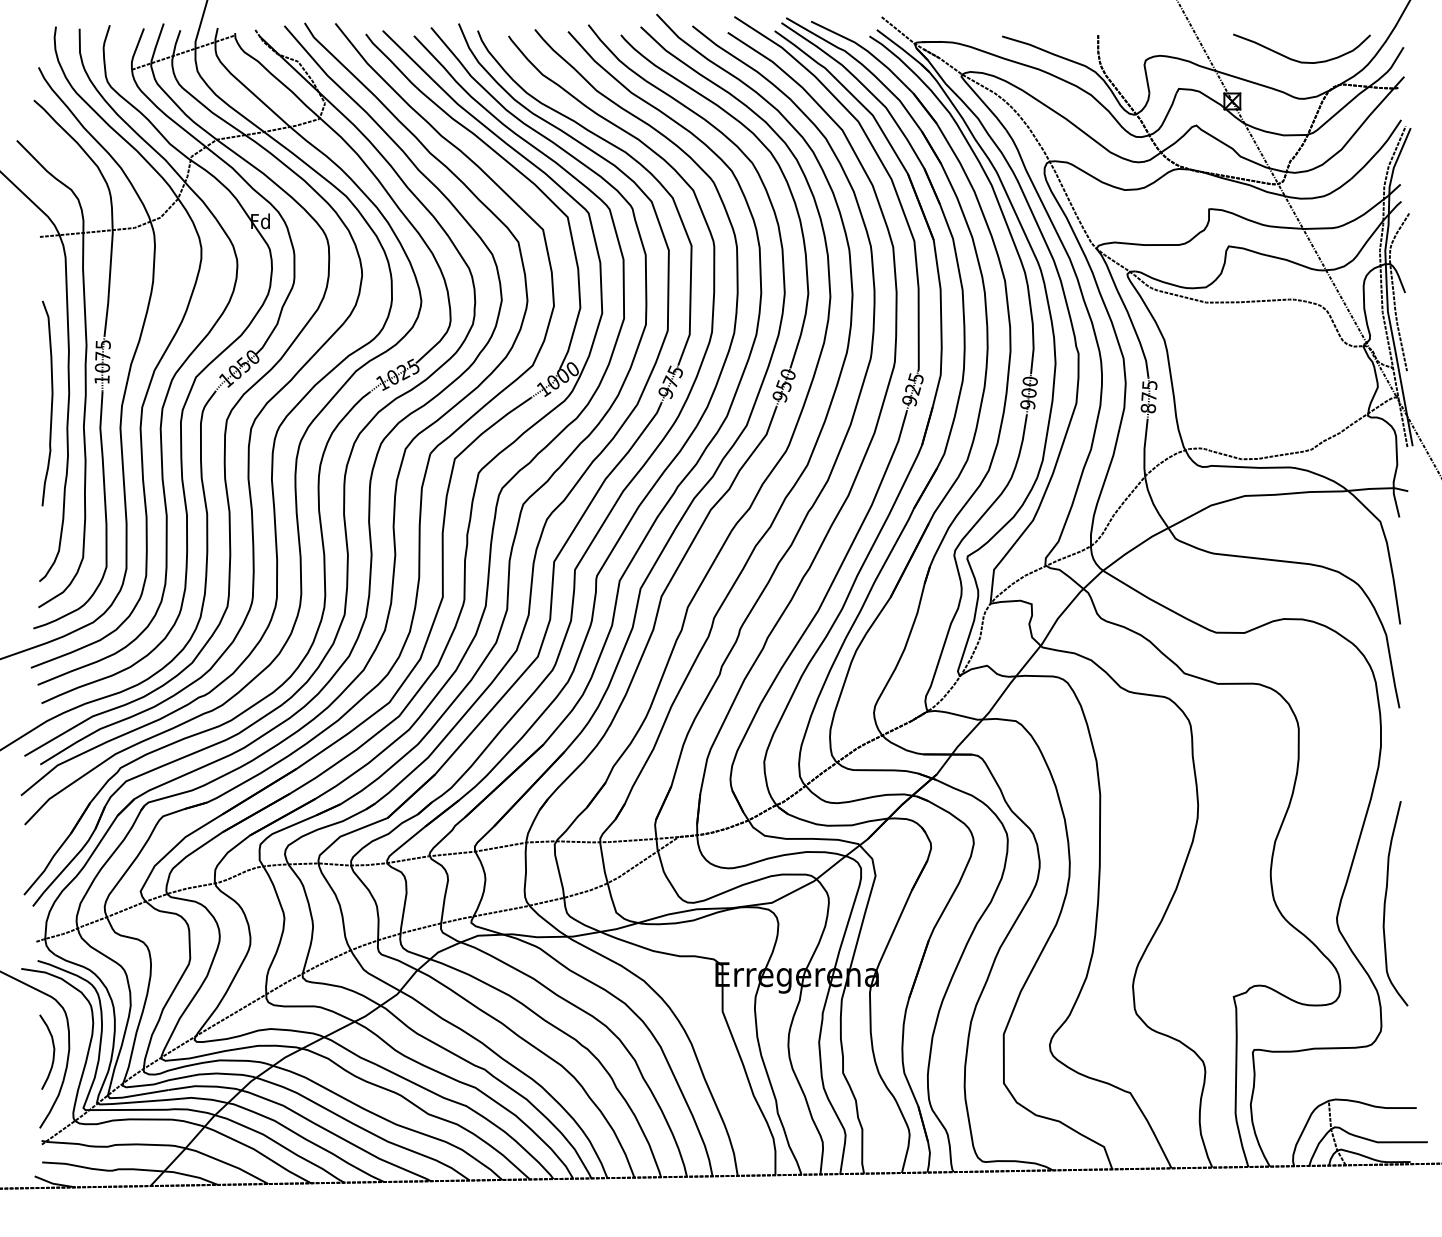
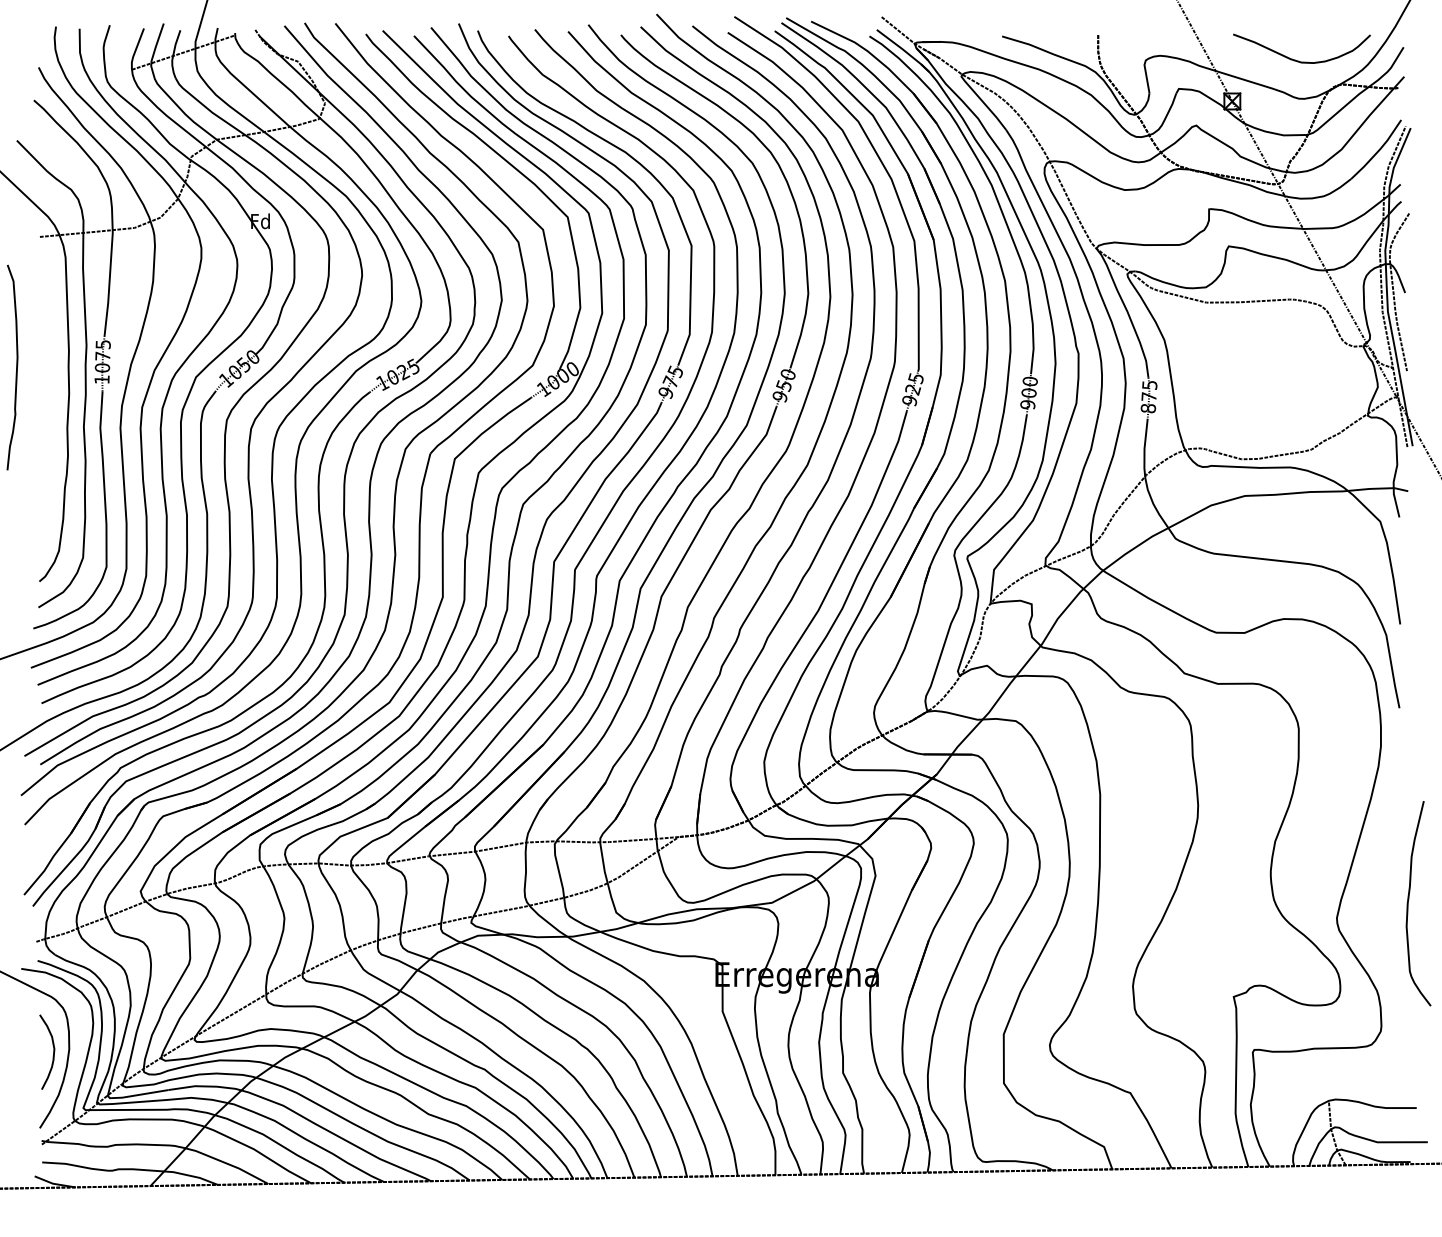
curve at (51, 403) position: (51, 403) -> (16, 367)
curve at (1386, 899) position: (1386, 899) -> (1409, 899)
